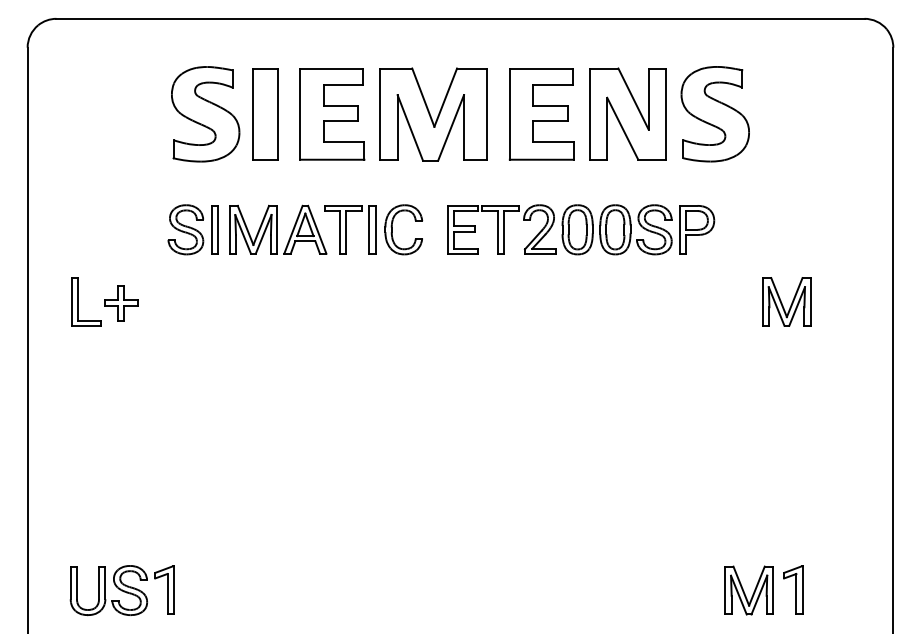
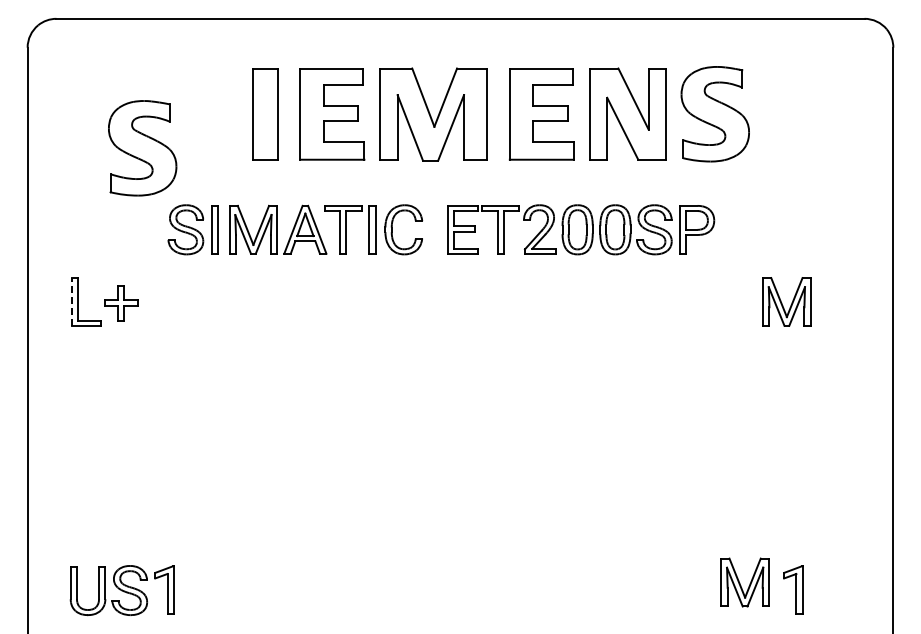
part at (205, 114) position: (205, 114) -> (142, 148)
line at (71, 301): solid -> dashed
part at (748, 590) position: (748, 590) -> (744, 582)
